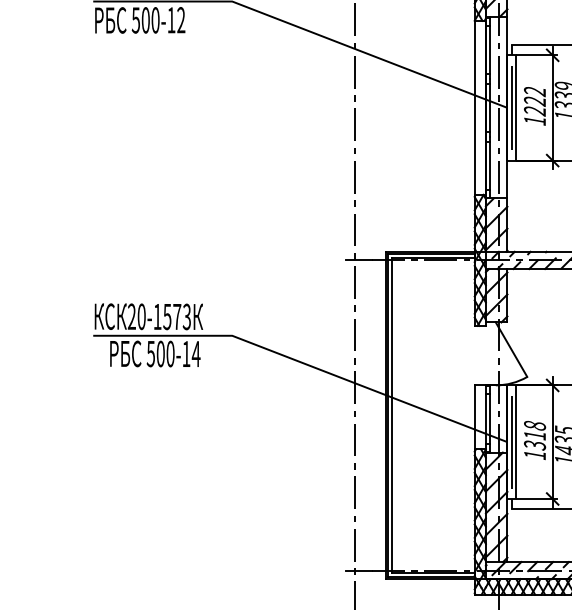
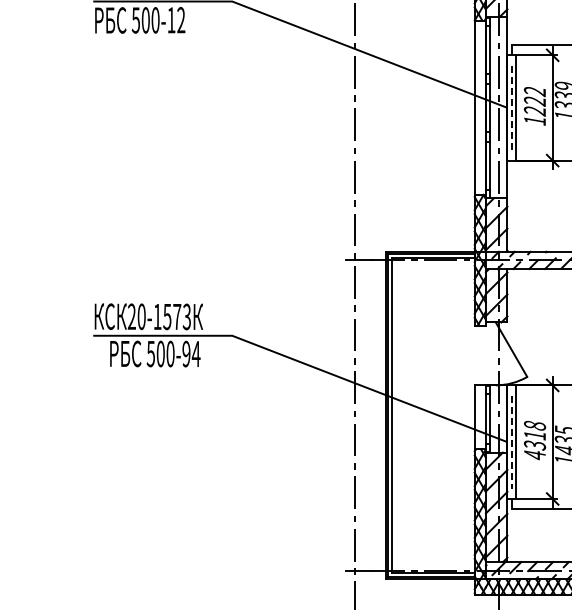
line at (511, 107): solid -> dashed
text at (186, 353): 500-14 -> 500-94
line at (511, 442): solid -> dashed
text at (534, 455): 1318 -> 4318
